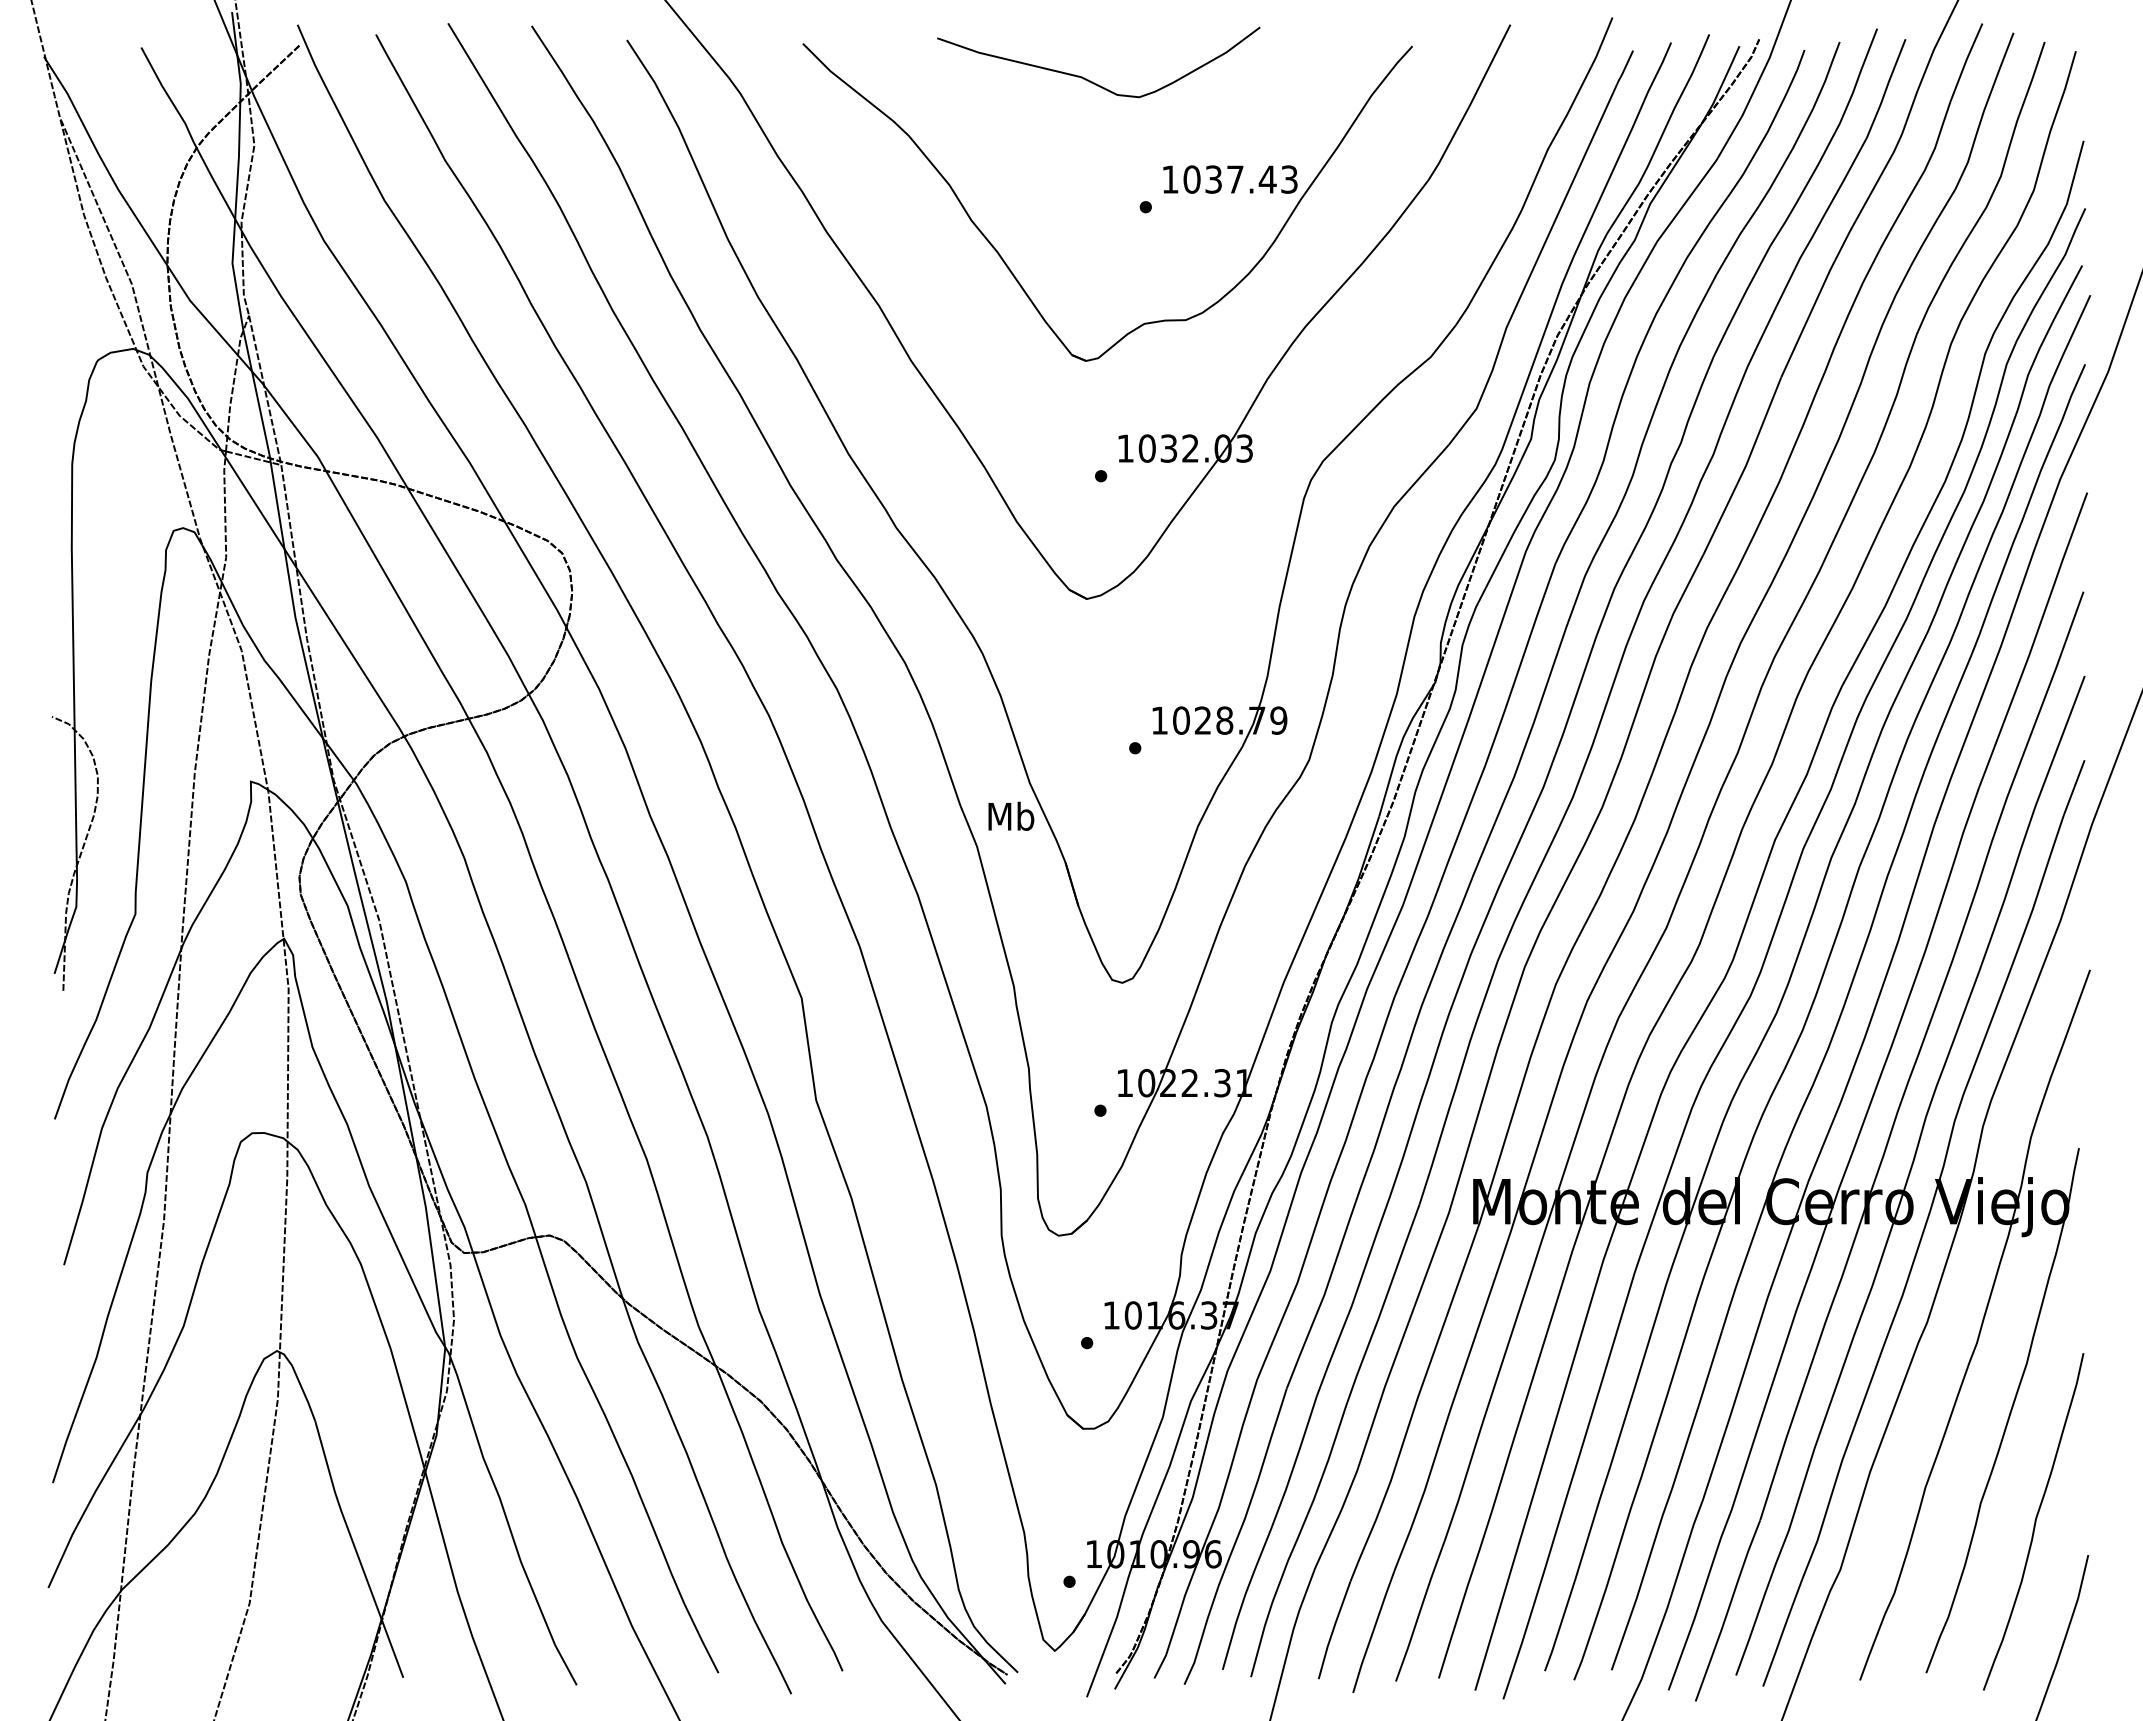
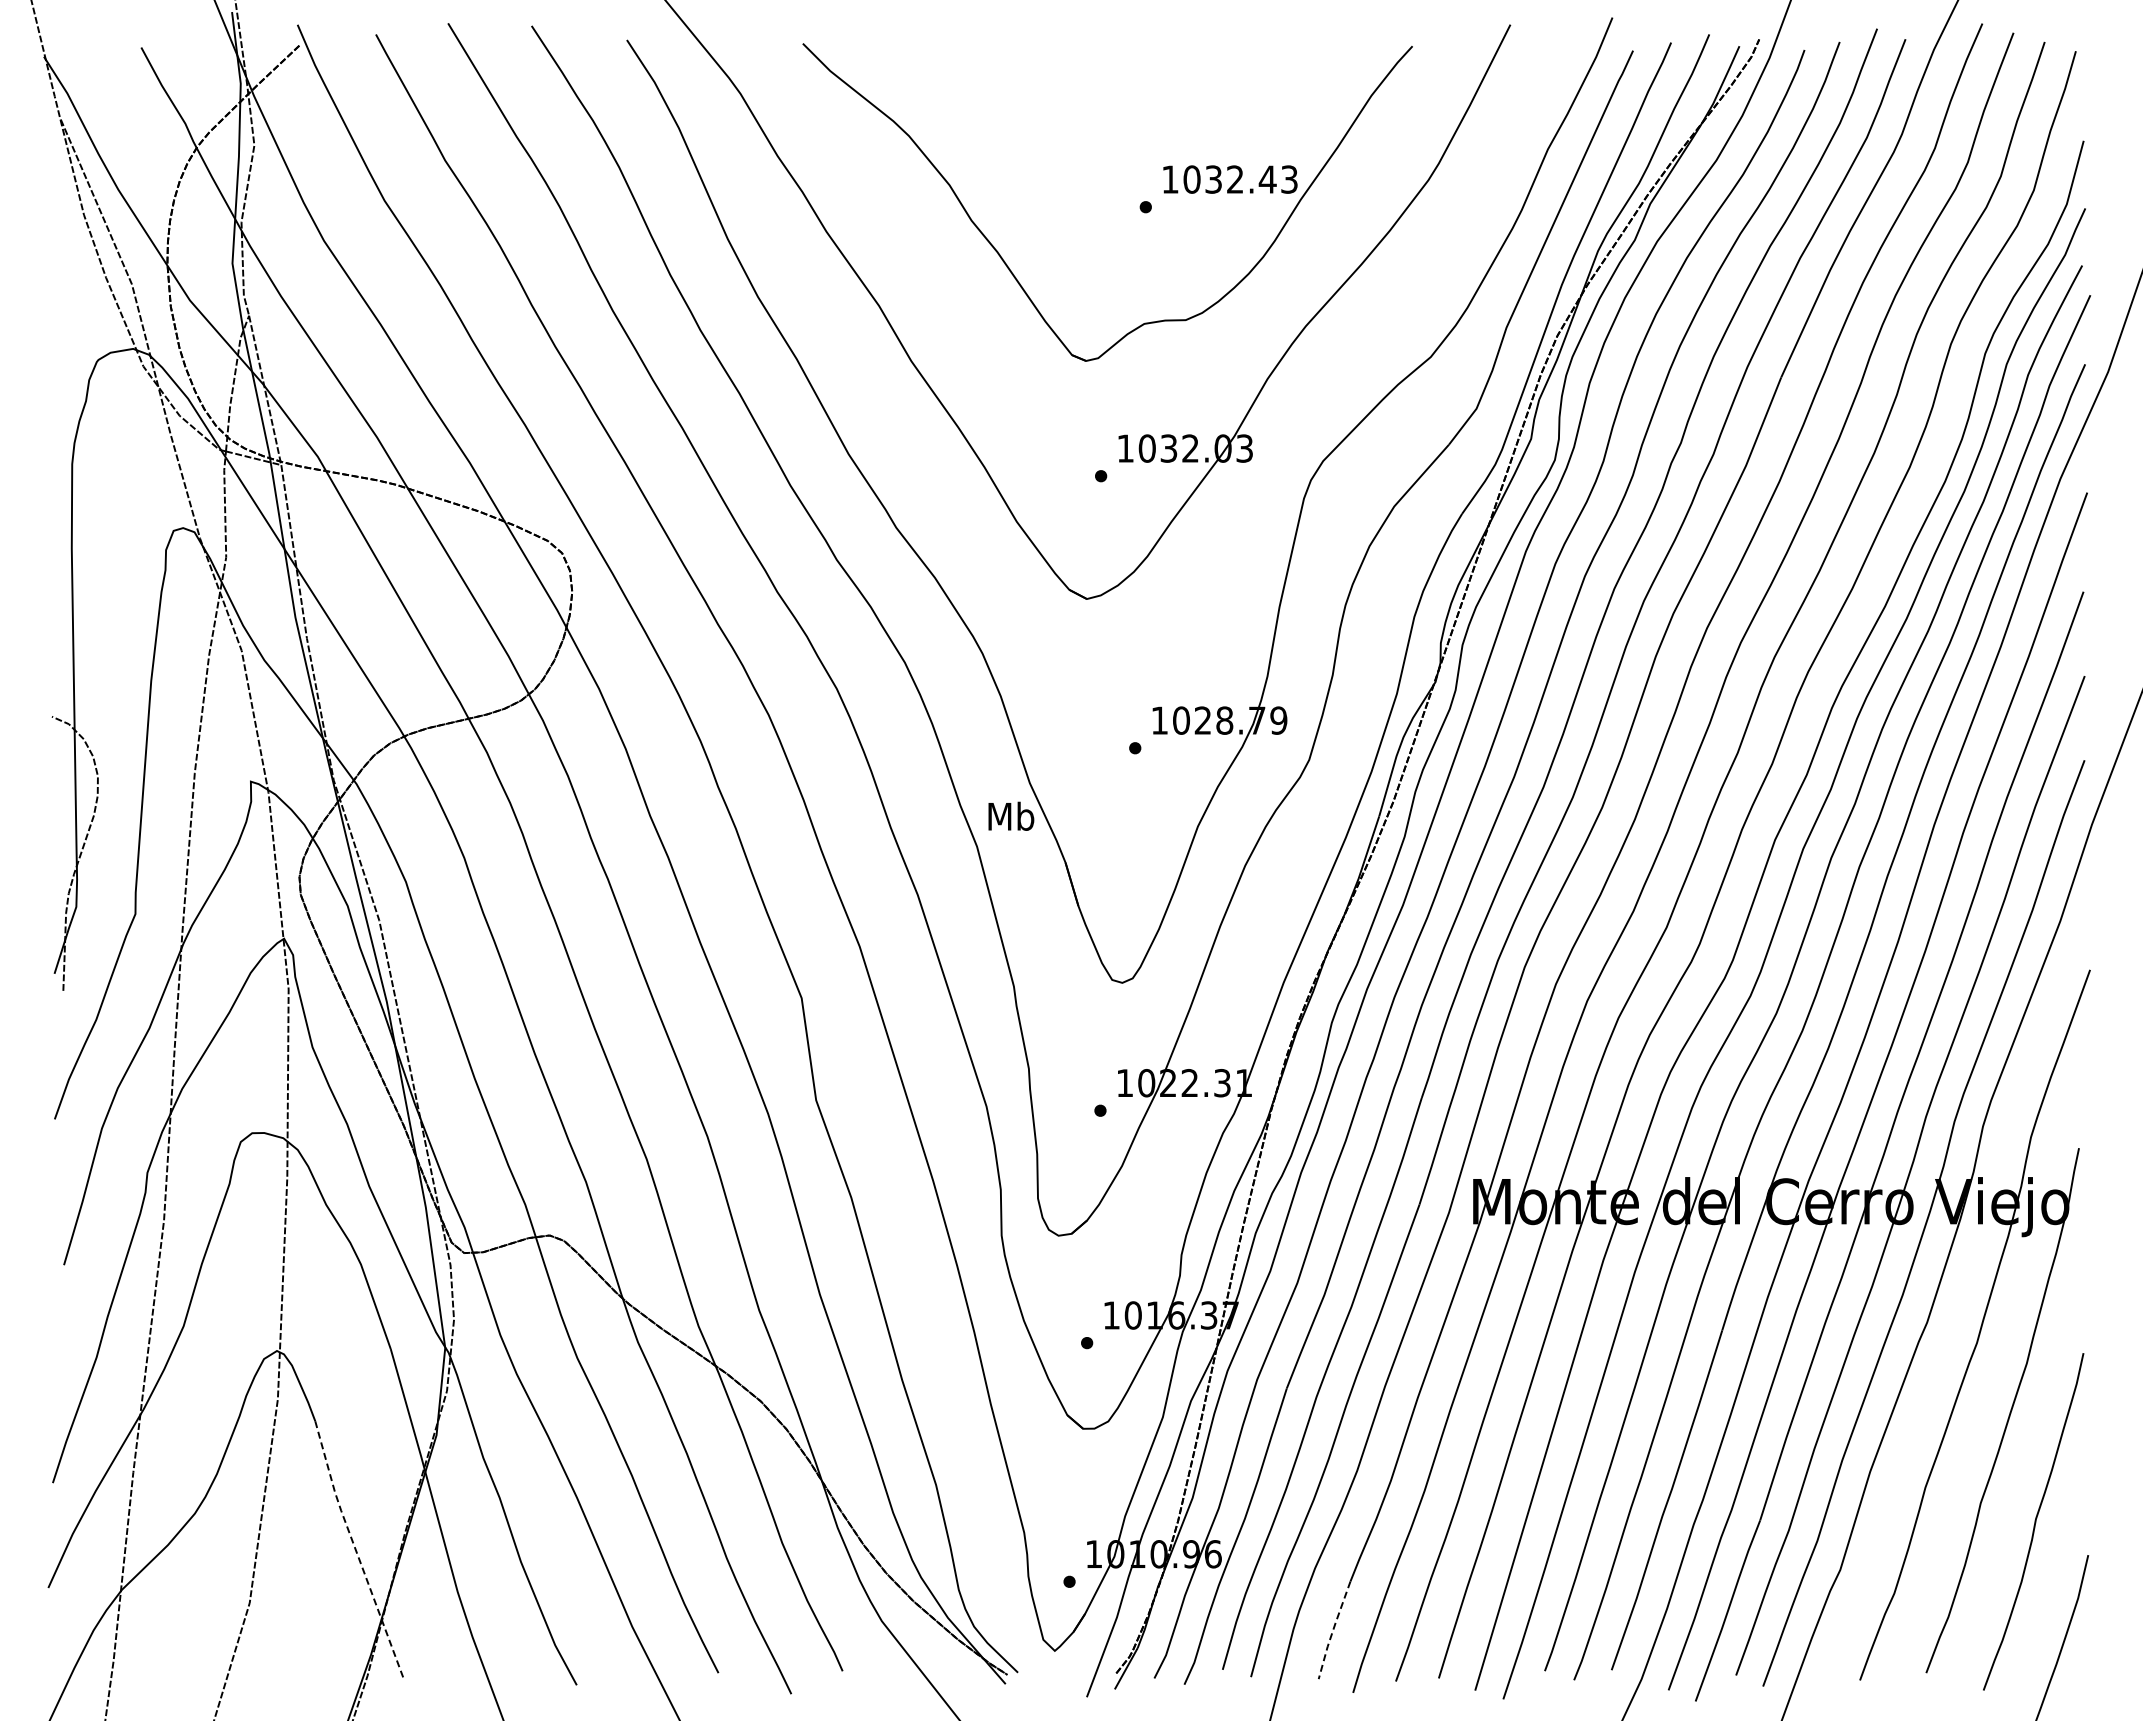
curve at (1090, 80): present -> none
text at (1235, 179): 1037.43 -> 1032.43
line at (355, 1550): solid -> dashed
line at (1333, 1630): solid -> dashed
